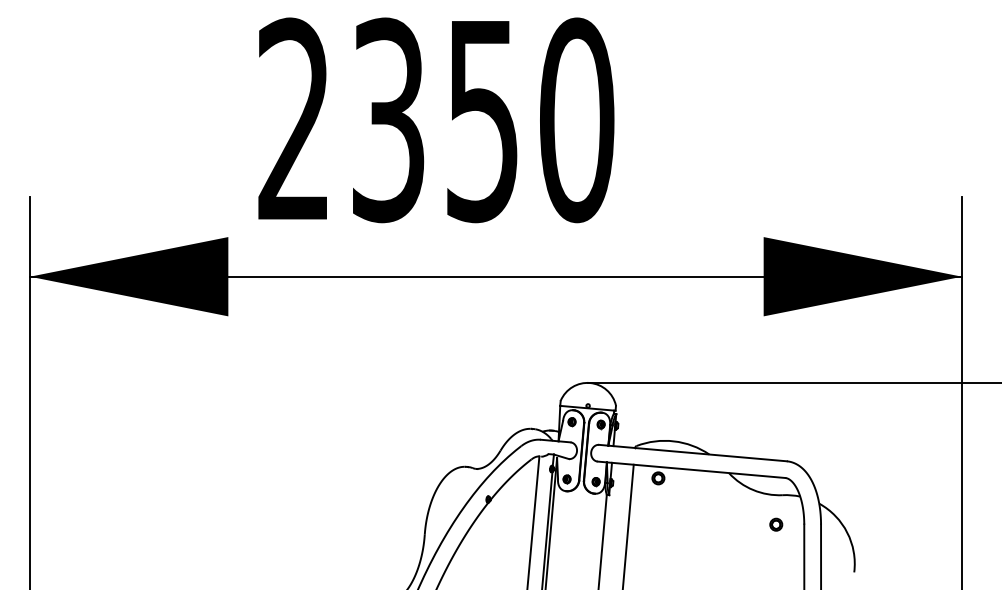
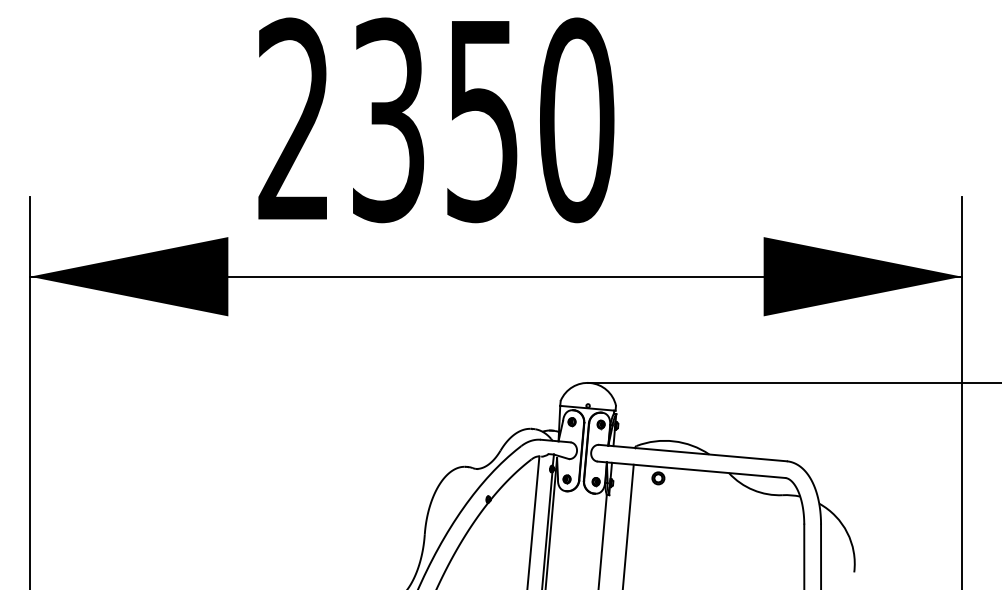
part at (776, 524): present -> none
